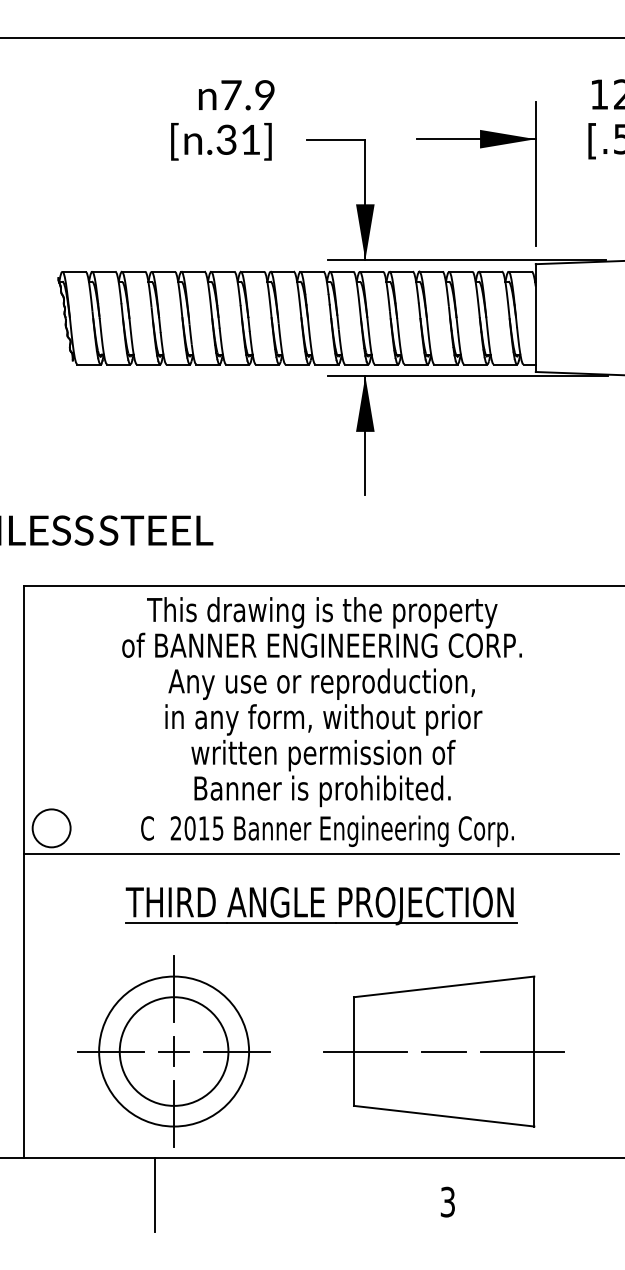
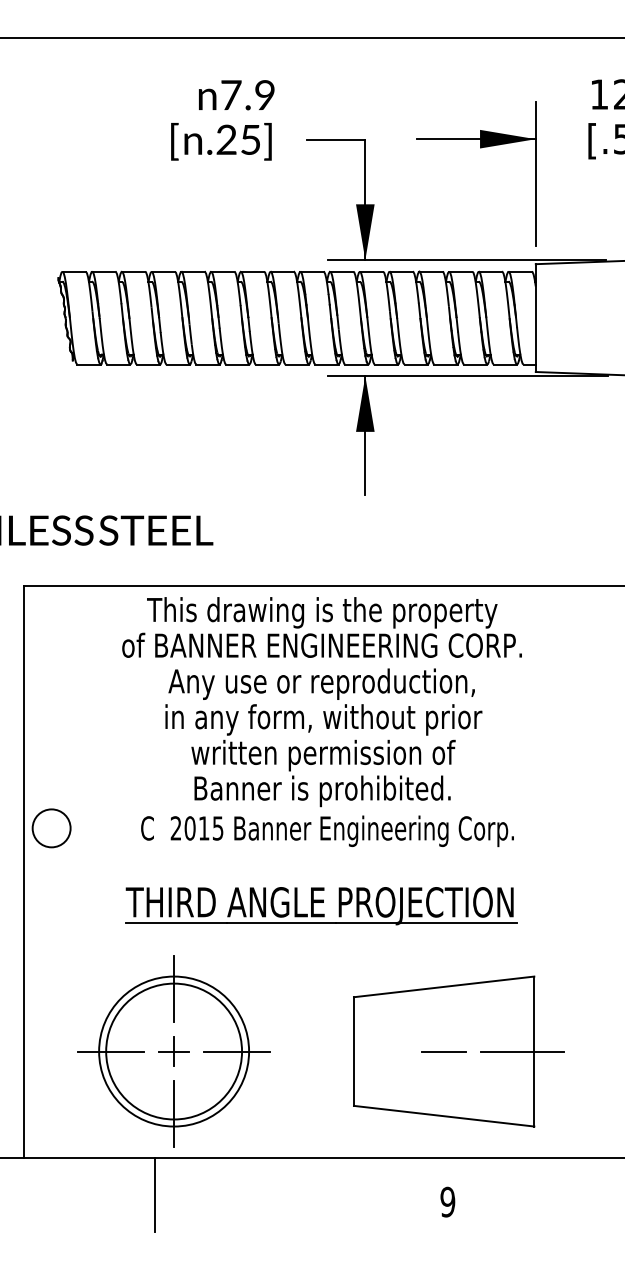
text at (237, 139): .31] -> .25]
line at (321, 854): present -> none
circle at (173, 1051) diameter: 109 px -> 136 px
line at (365, 1051): present -> none
text at (447, 1202): 3 -> 9
